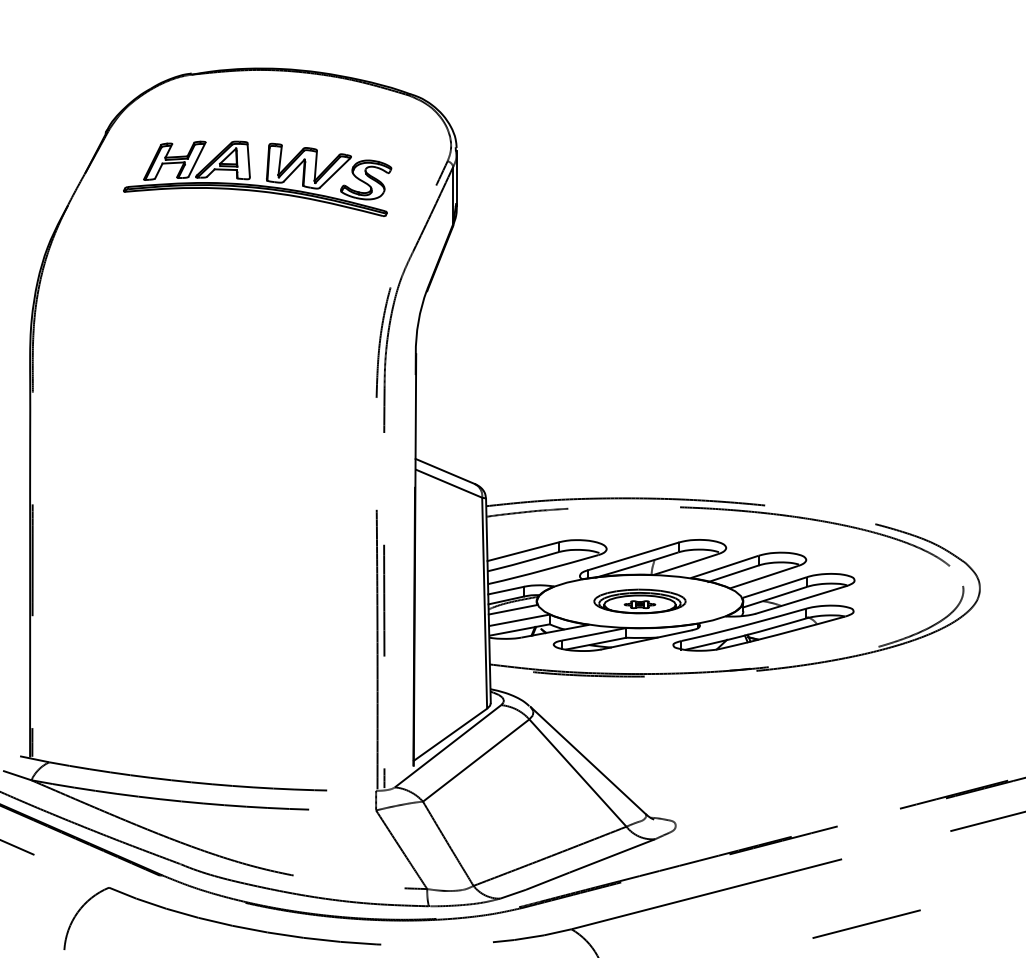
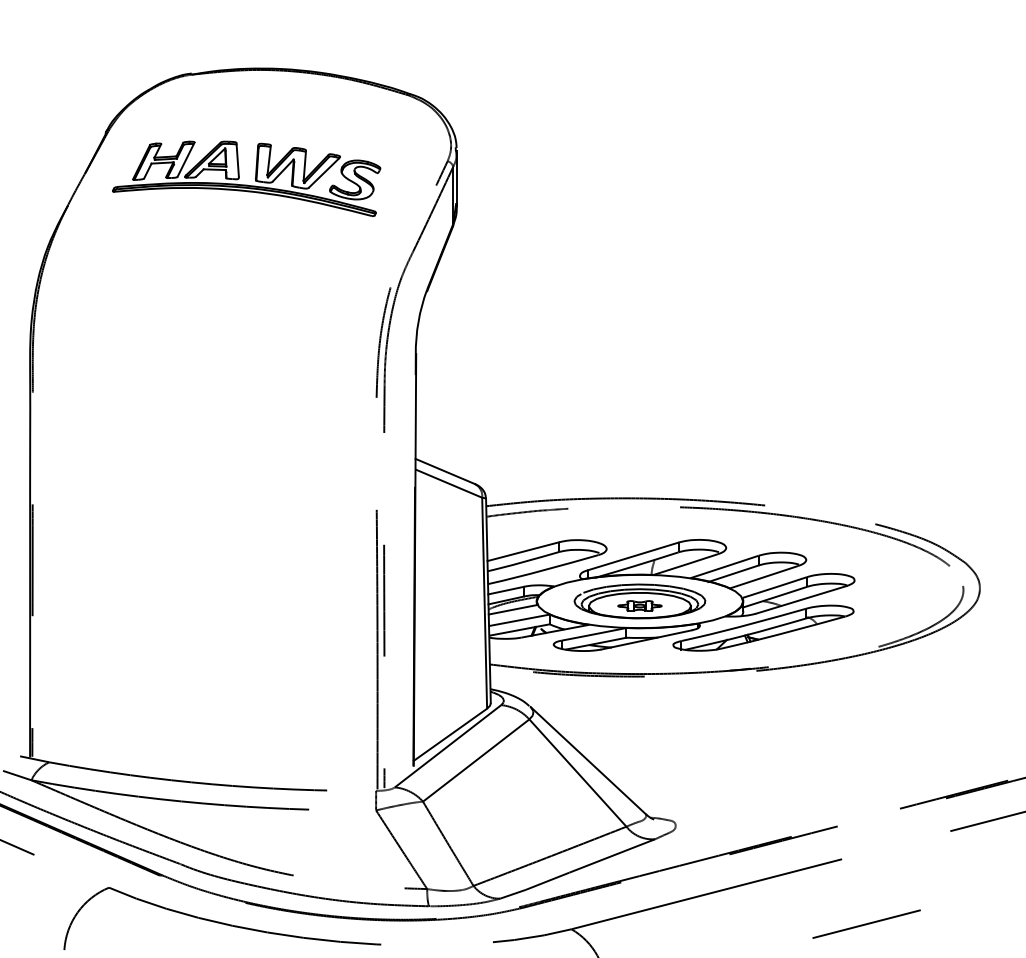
part at (257, 178) position: (257, 178) -> (246, 178)
part at (639, 601) size: 94x27 px -> 134x37 px
